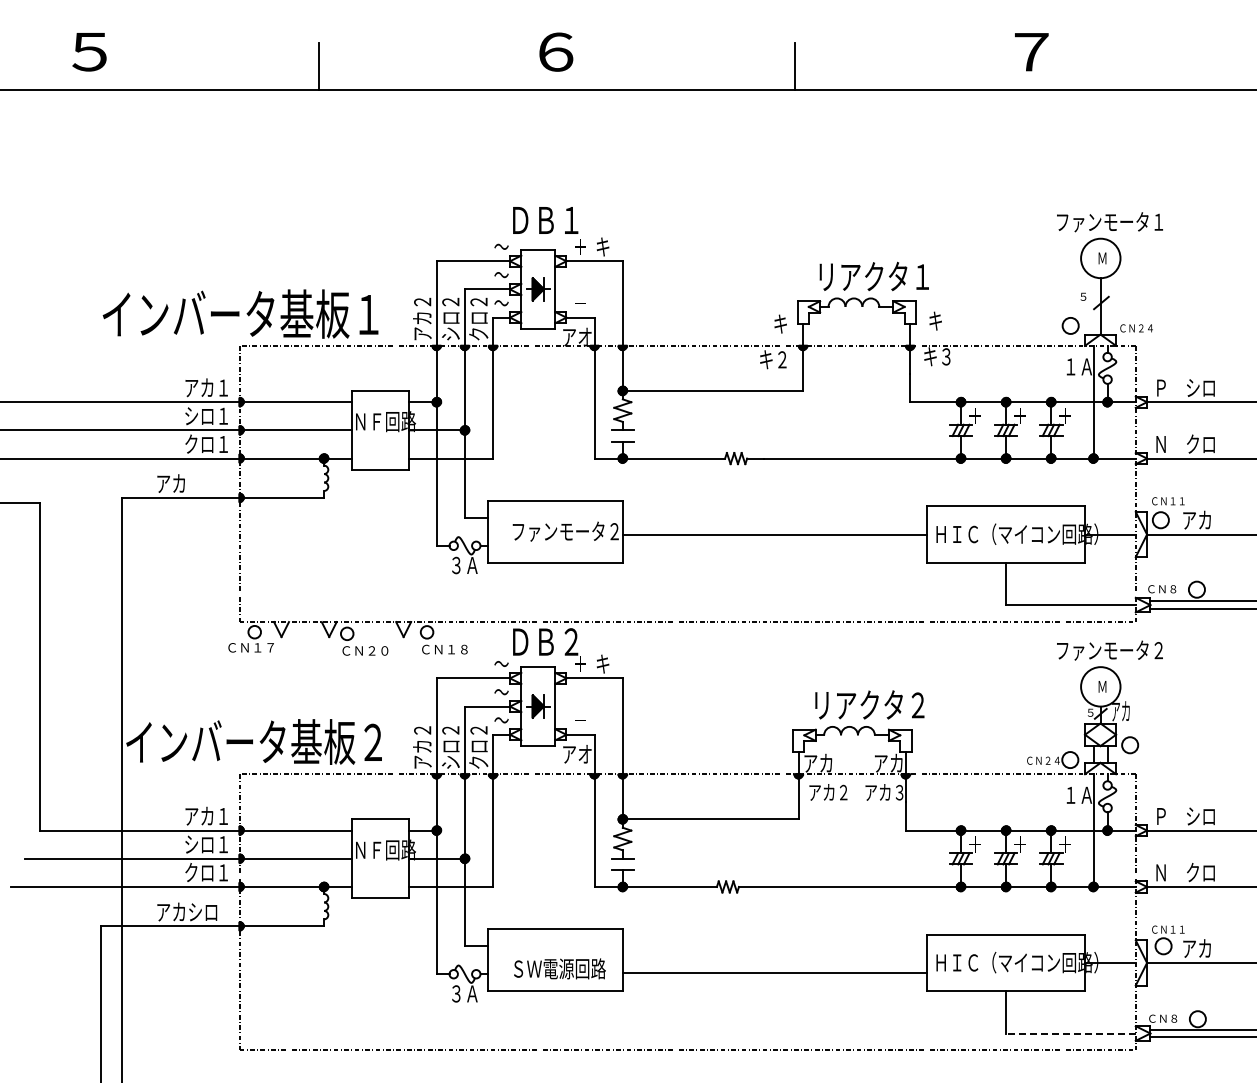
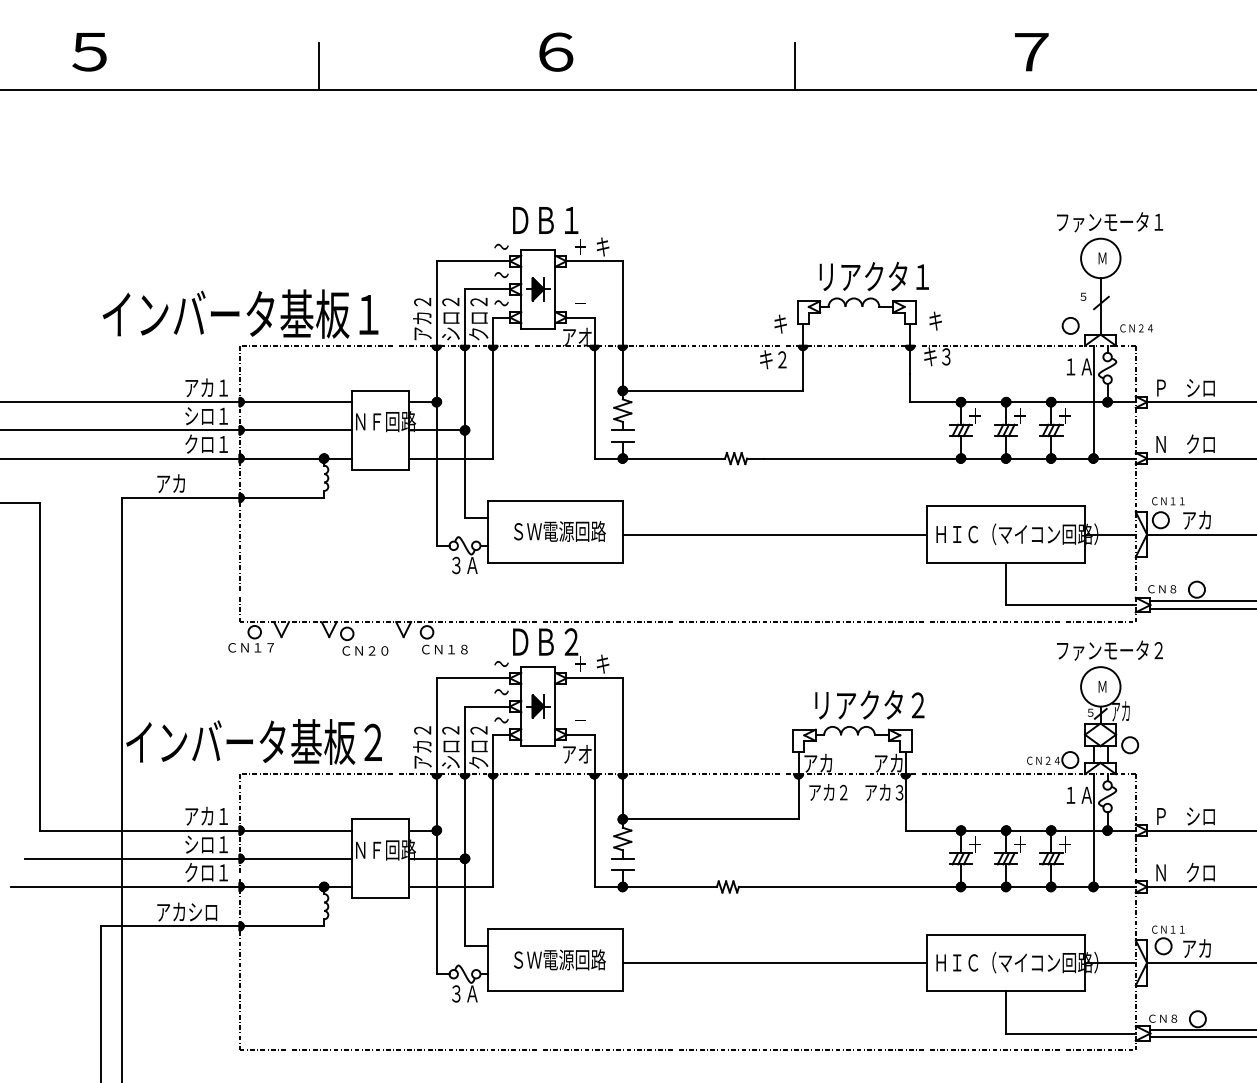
text at (565, 531): ファンモータ２ -> ＳＷ電源回路
text at (559, 968) position: (559, 968) -> (559, 959)
line at (774, 972) position: (774, 972) -> (774, 962)
line at (1070, 1033): dashed -> solid
